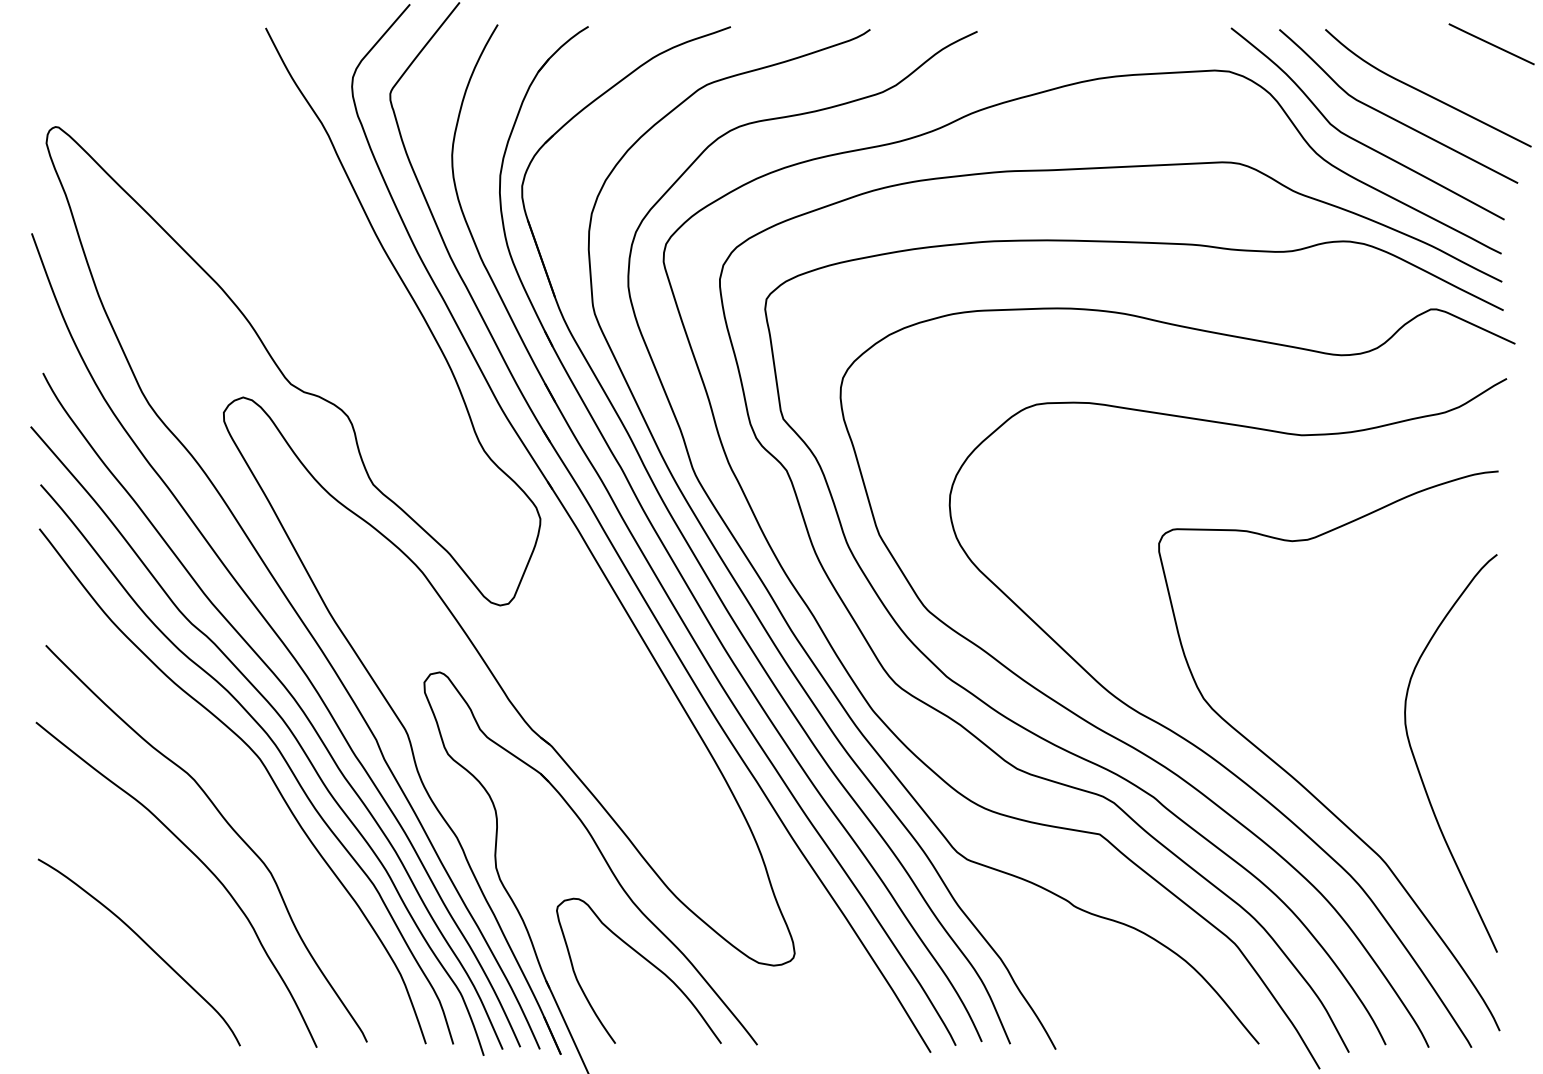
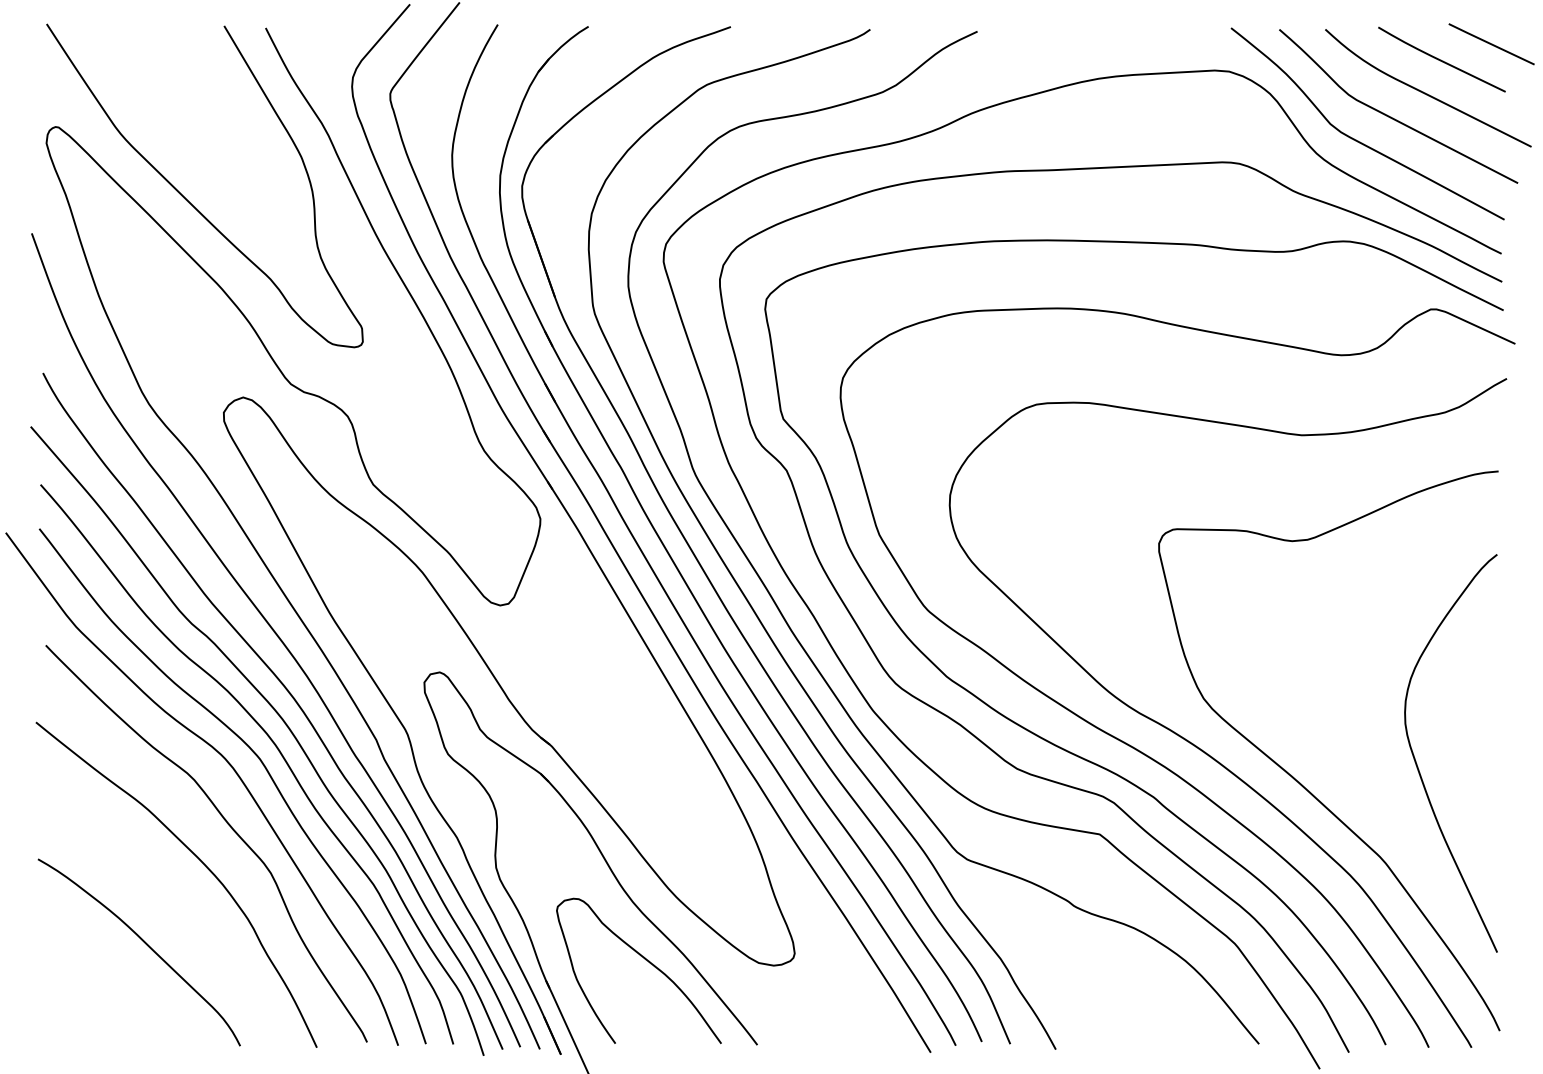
curve at (1441, 59): none -> present
curve at (188, 200): none -> present
curve at (227, 763): none -> present
